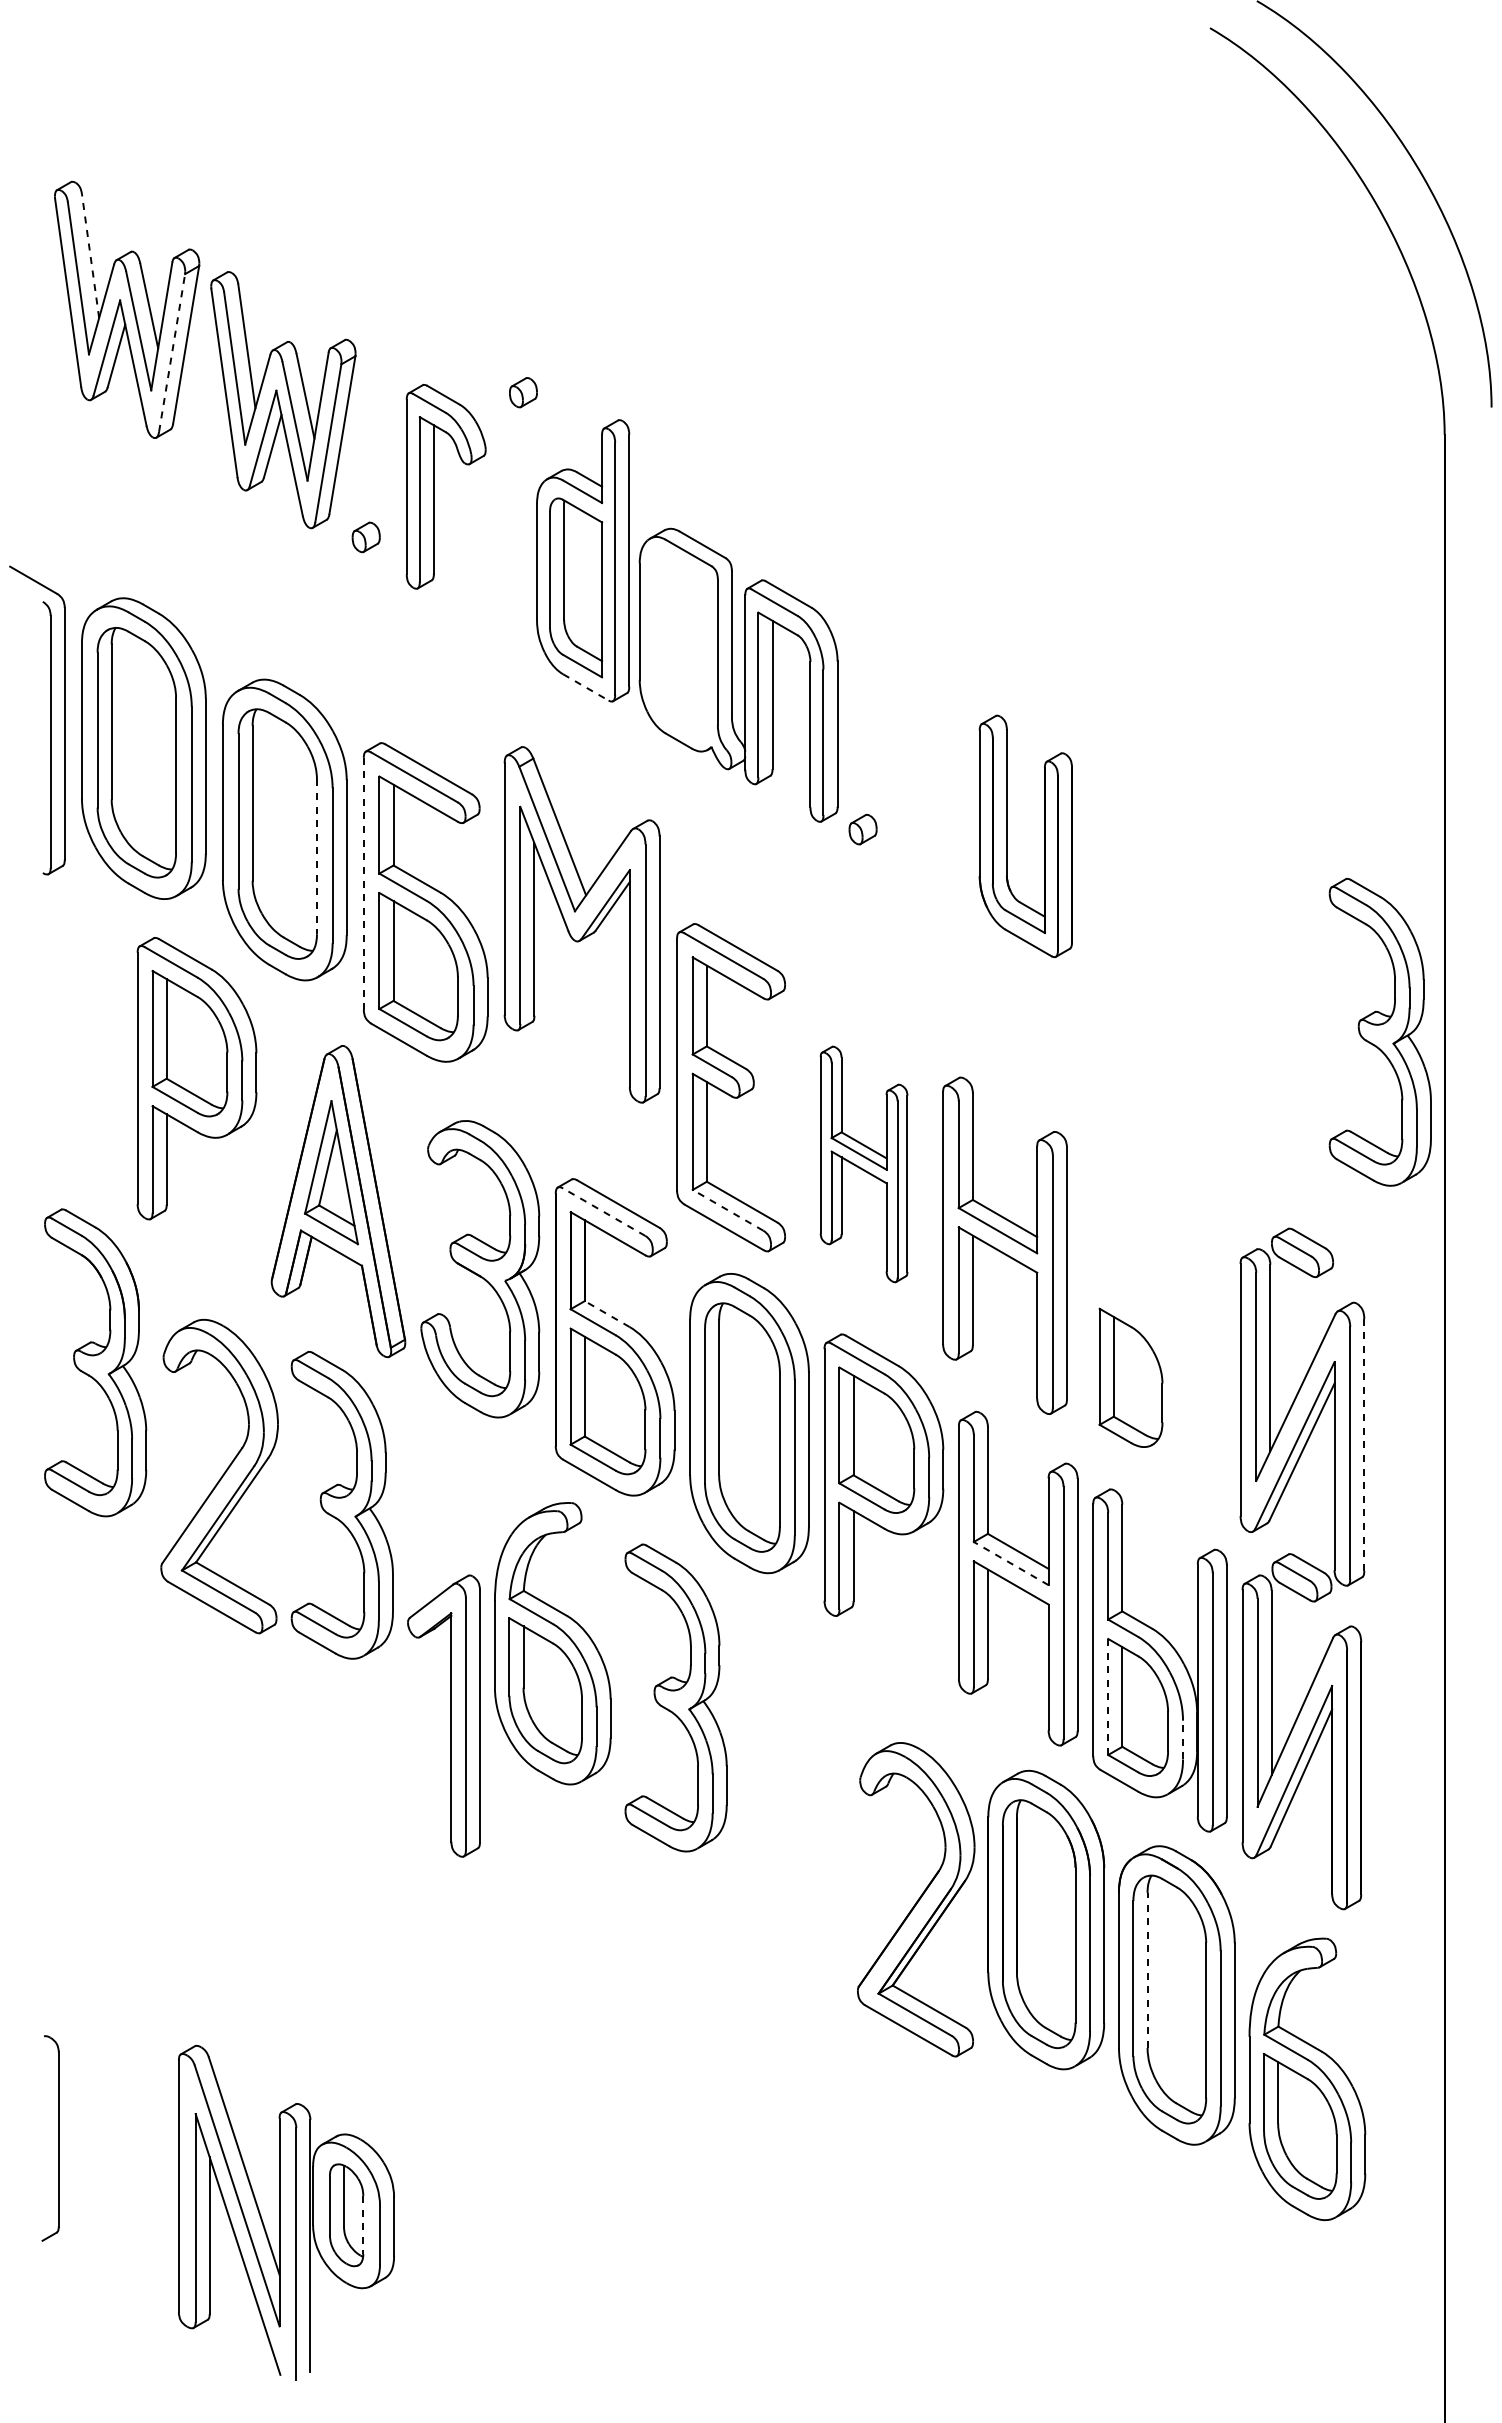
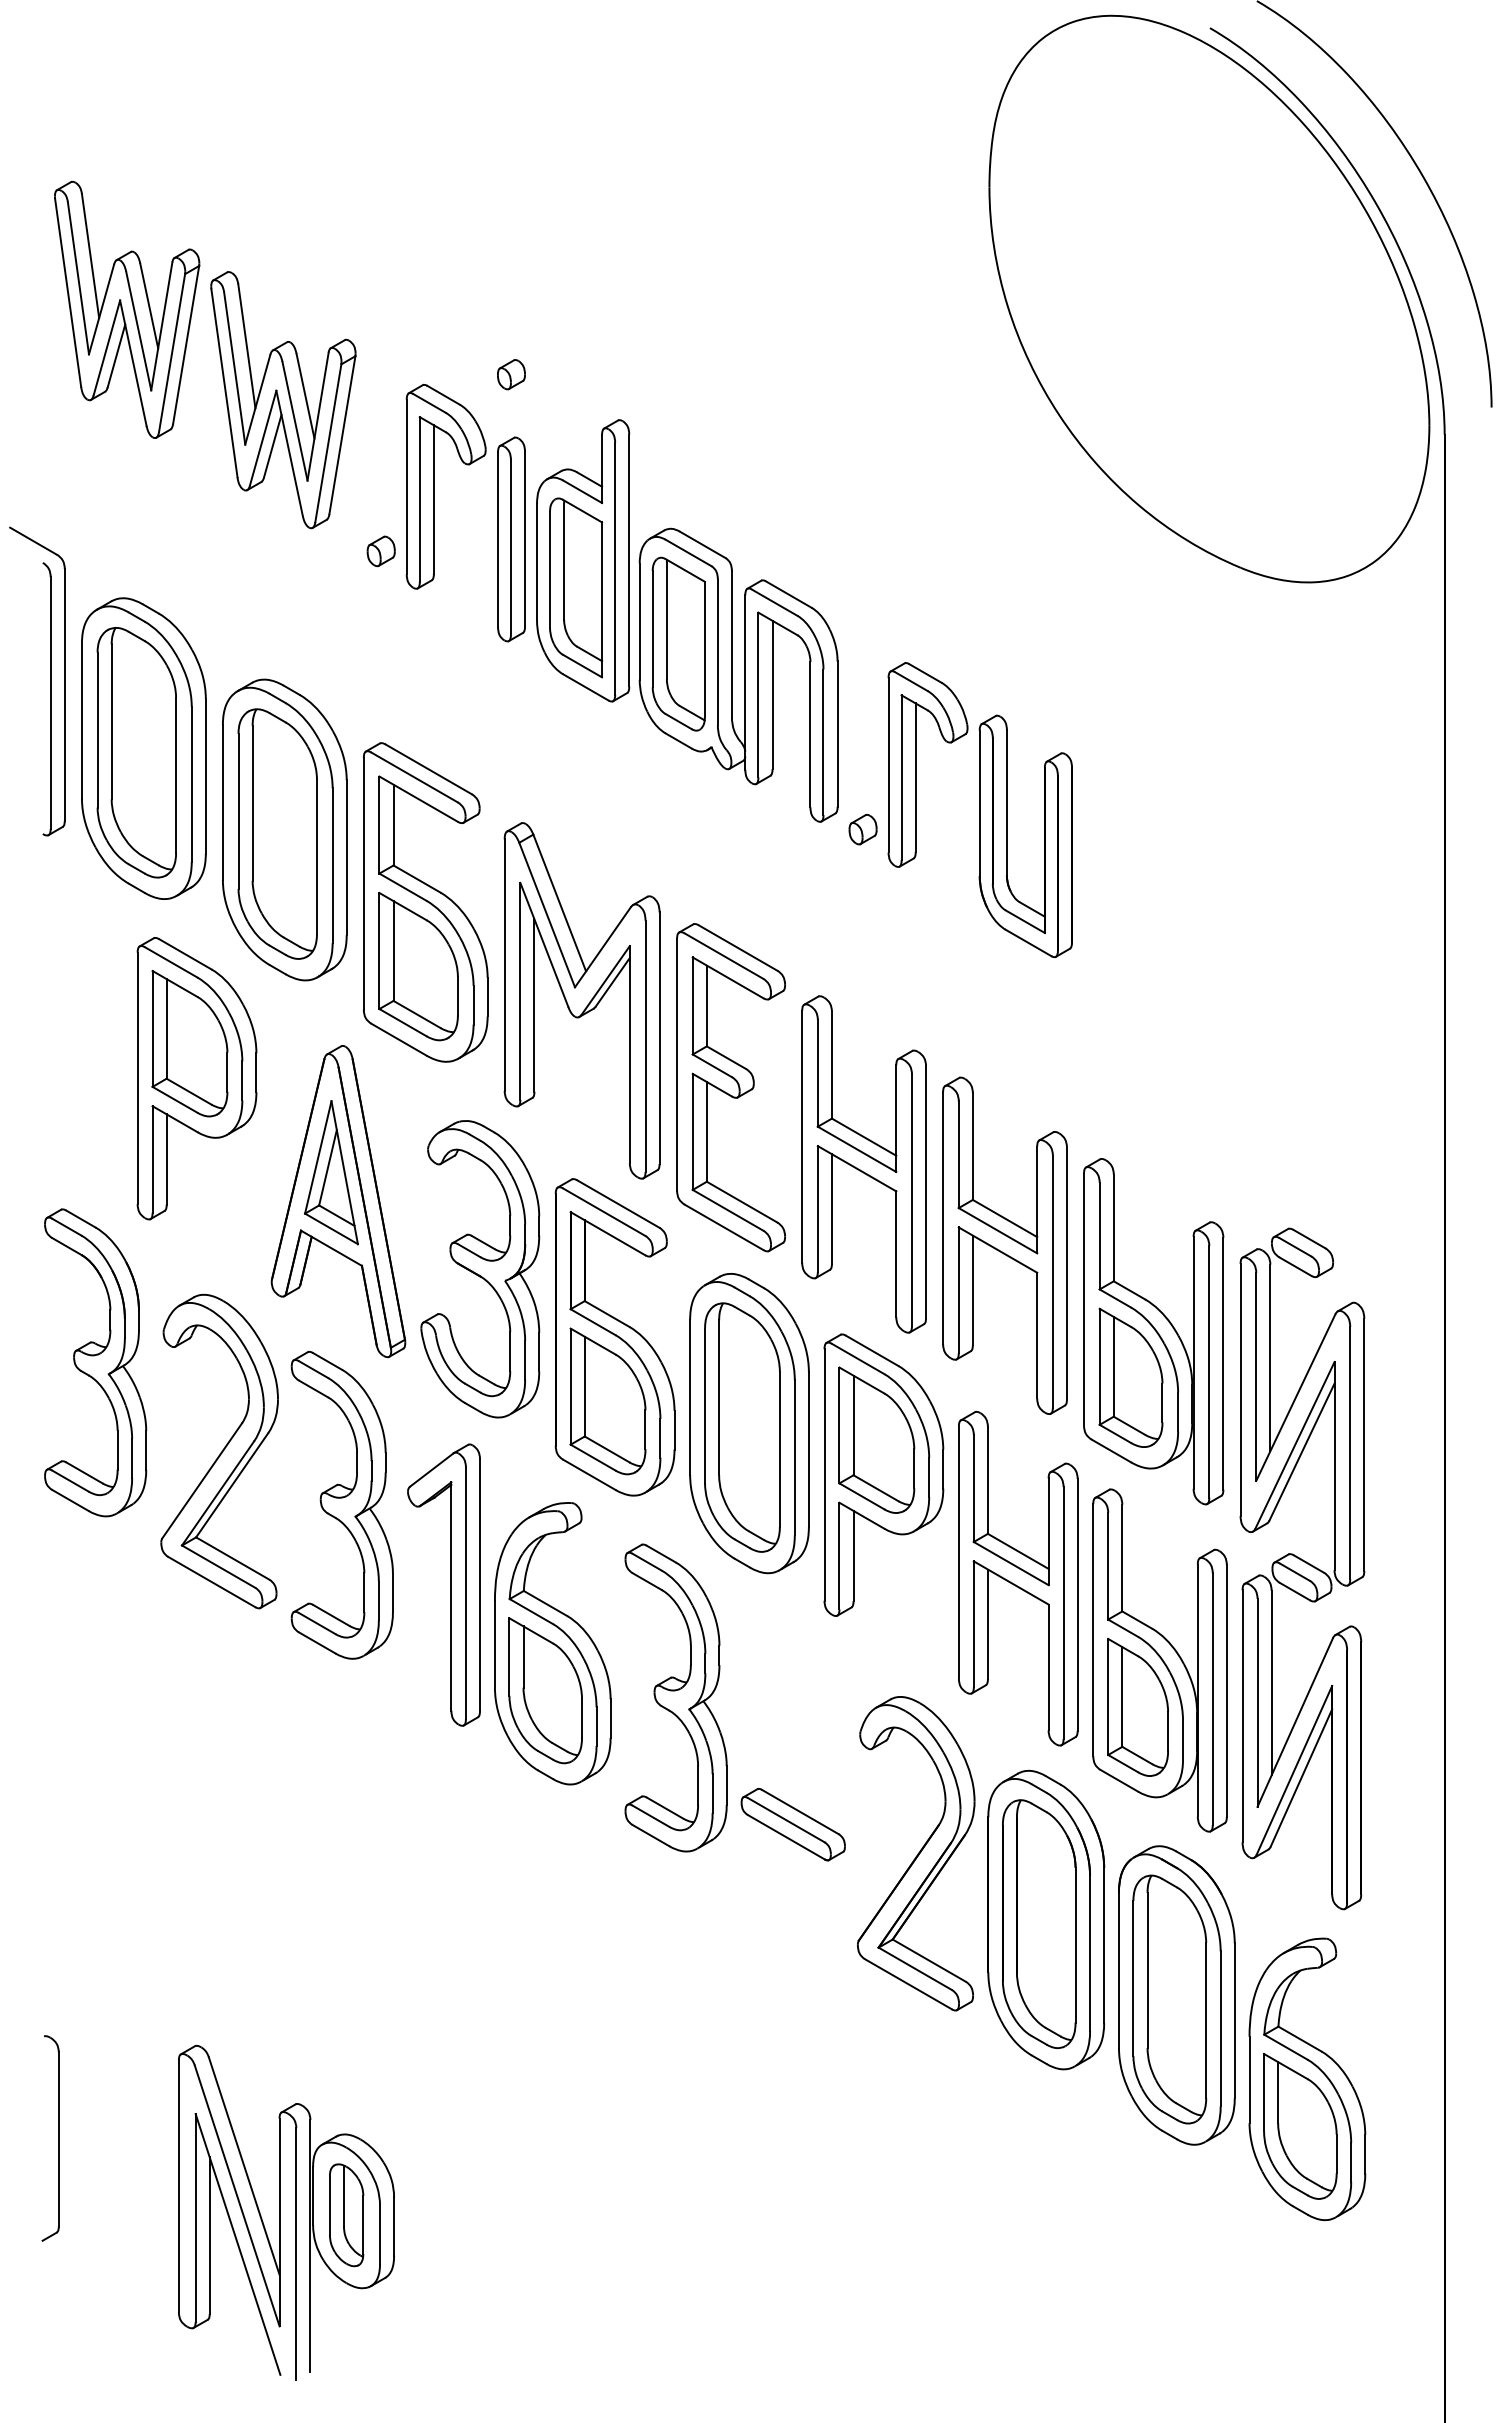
line at (90, 256): dashed -> solid
part at (1209, 298): none -> present
line at (172, 353): dashed -> solid
part at (523, 392) position: (523, 392) -> (511, 374)
part at (365, 537) position: (365, 537) -> (380, 551)
part at (511, 539): none -> present
part at (678, 643): none -> present
line at (586, 687): dashed -> solid
part at (50, 720) position: (50, 720) -> (50, 681)
part at (916, 764): none -> present
line at (316, 857): dashed -> solid
line at (363, 883): dashed -> solid
part at (581, 924) position: (581, 924) -> (581, 1000)
part at (1379, 1032): present -> none
part at (863, 1164) size: 90x239 px -> 126x339 px
line at (727, 1210): dashed -> solid
line at (603, 1211): dashed -> solid
line at (607, 1314): dashed -> solid
part at (1153, 1331): none -> present
line at (1364, 1444): dashed -> solid
part at (219, 1476) position: (219, 1476) -> (219, 1451)
line at (1010, 1563): dashed -> solid
line at (1108, 1696): dashed -> solid
part at (450, 1715) position: (450, 1715) -> (450, 1584)
line at (1183, 1739): dashed -> solid
part at (792, 1824): none -> present
part at (916, 1899) position: (916, 1899) -> (916, 1853)
line at (1147, 1970): dashed -> solid
line at (363, 2225): dashed -> solid
